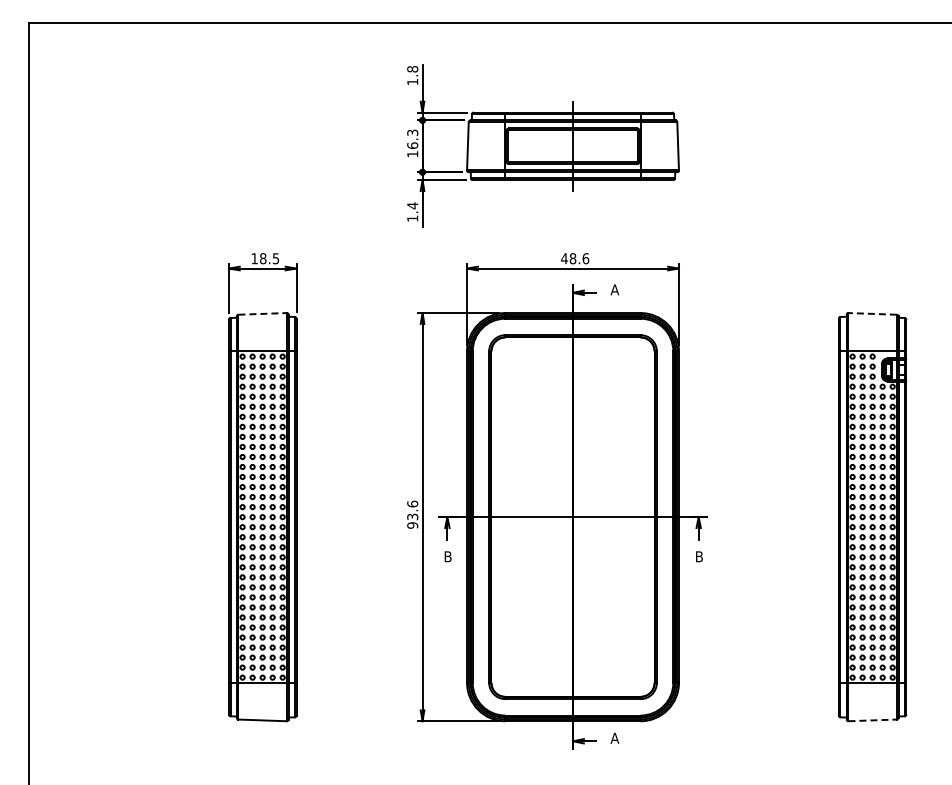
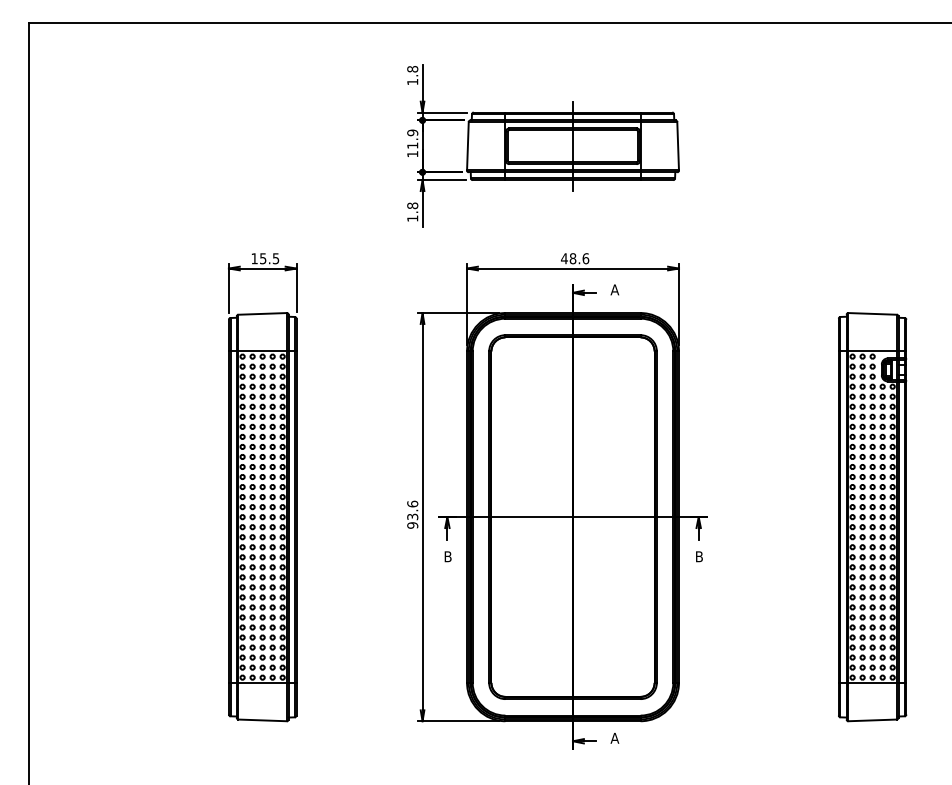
text at (412, 138): 16.3 -> 11.9
text at (412, 205): 1.4 -> 1.8
text at (263, 258): 18.5 -> 15.5
line at (263, 313): dashed -> solid
line at (872, 313): dashed -> solid
line at (873, 720): dashed -> solid
